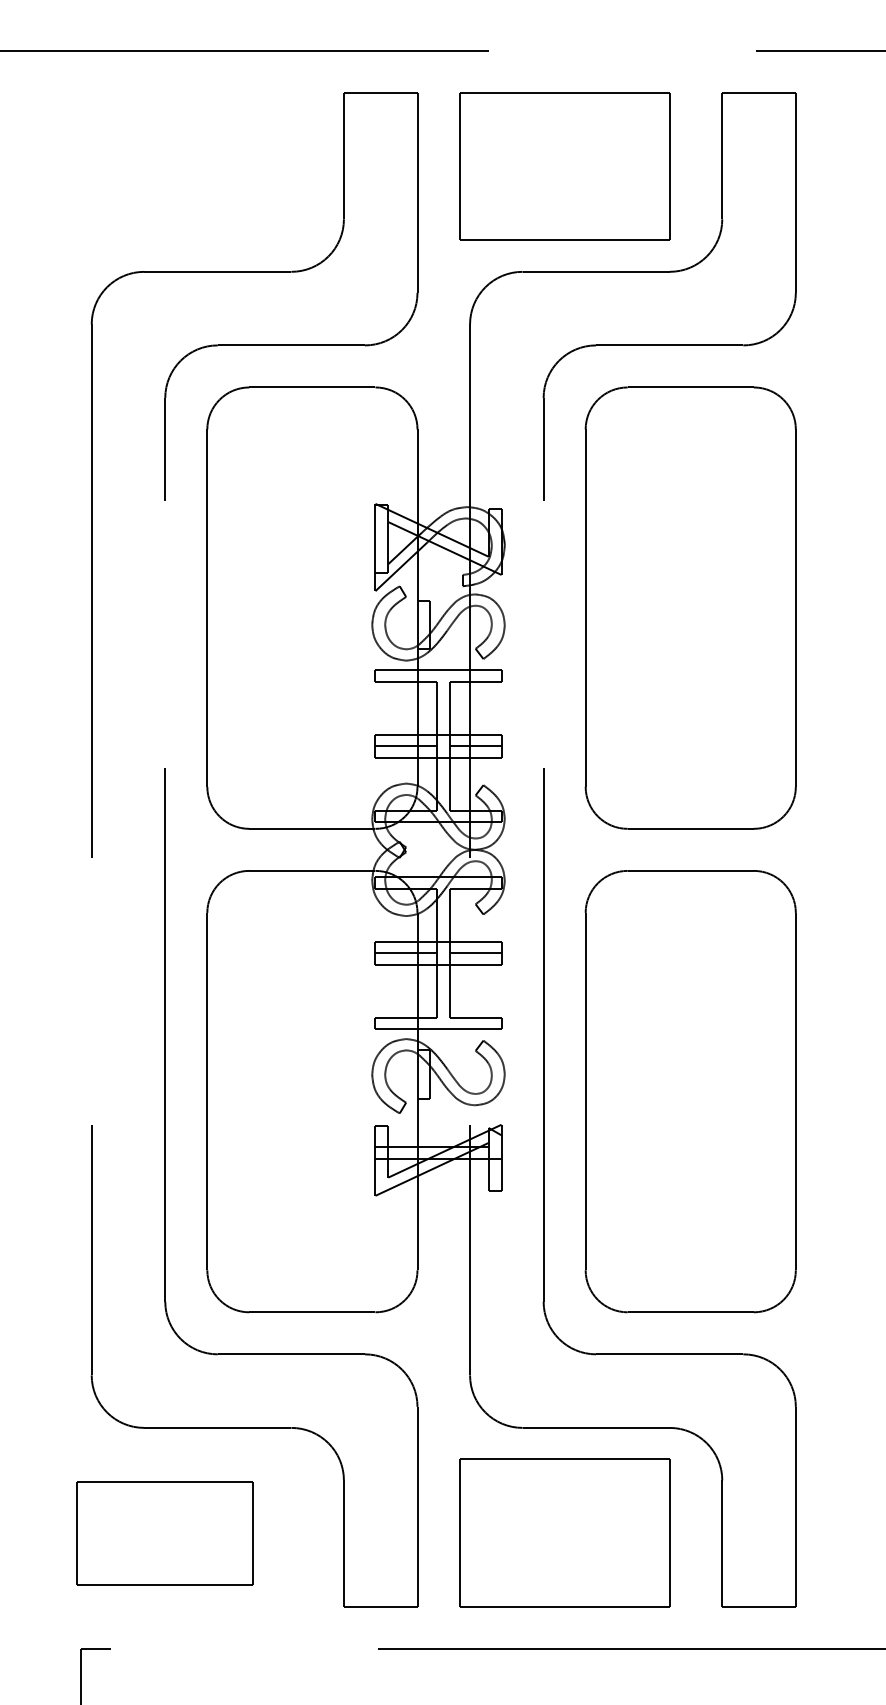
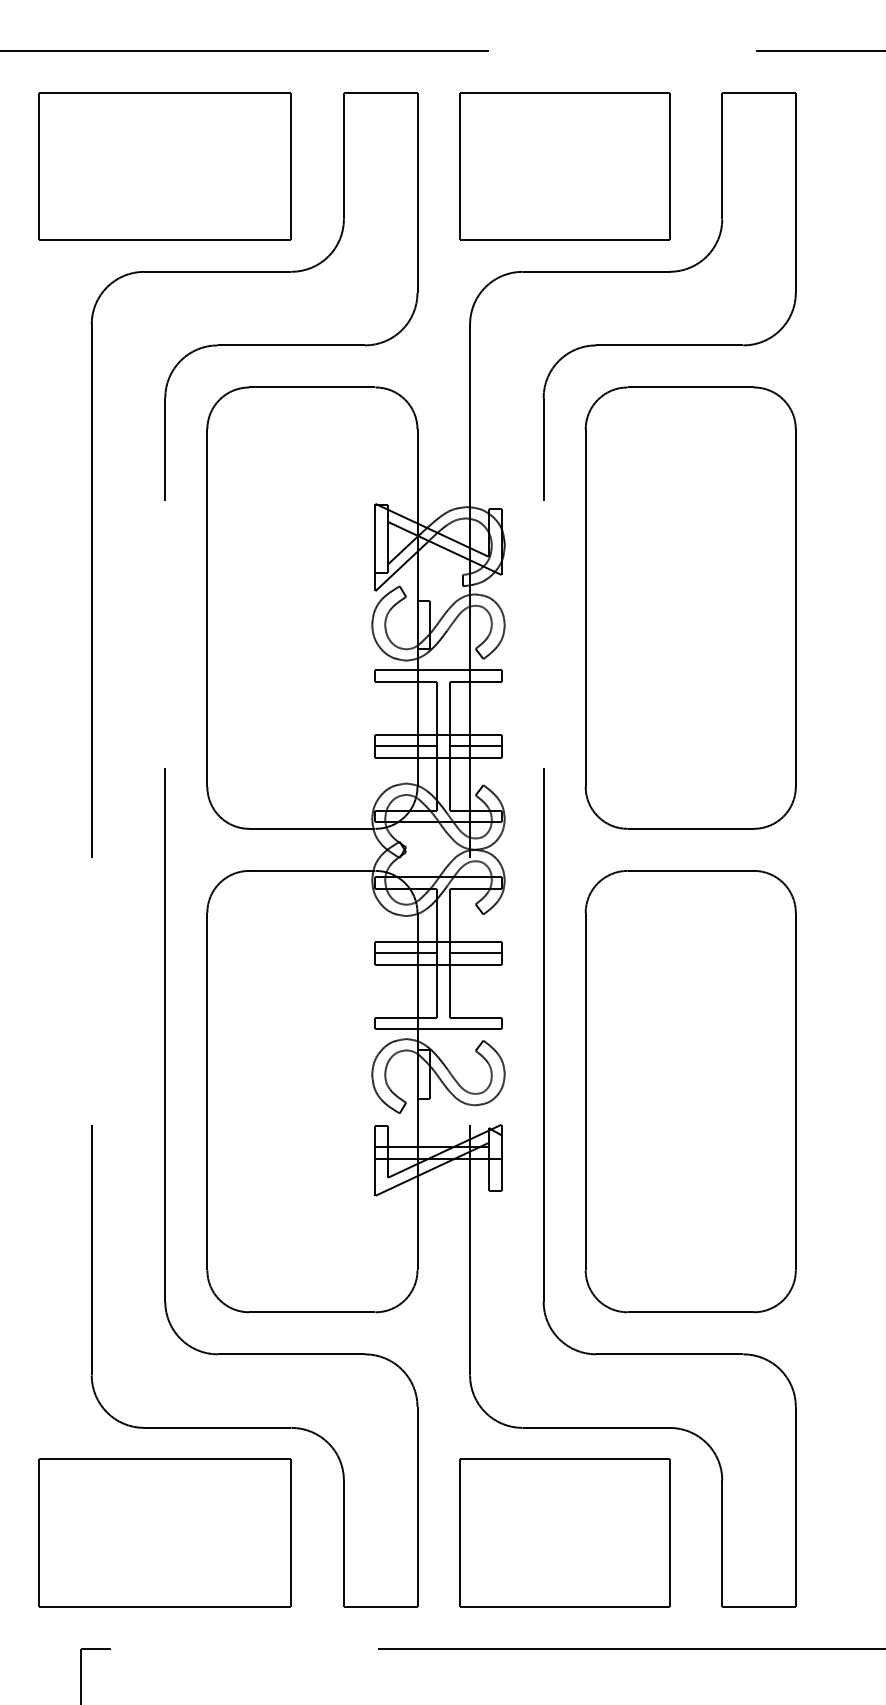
part at (164, 166): none -> present
part at (164, 1533) size: 178x105 px -> 254x150 px
